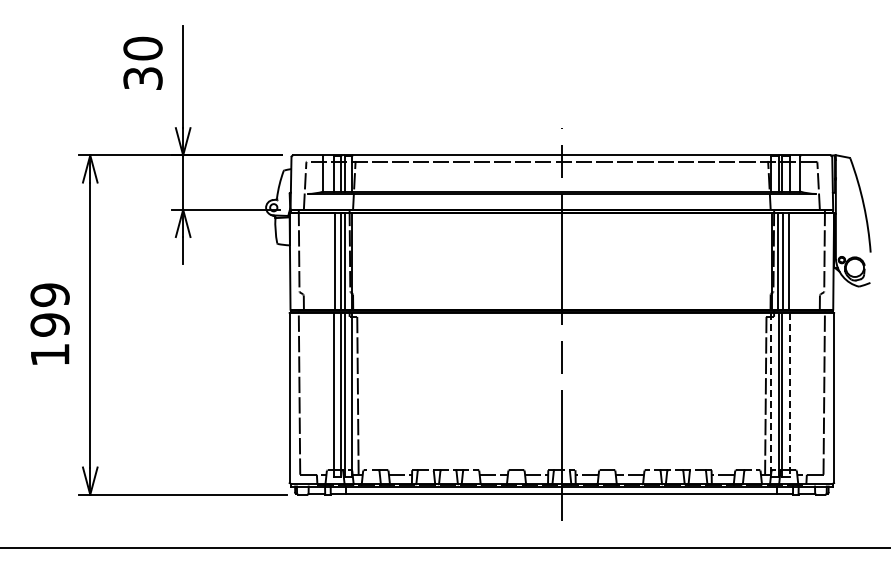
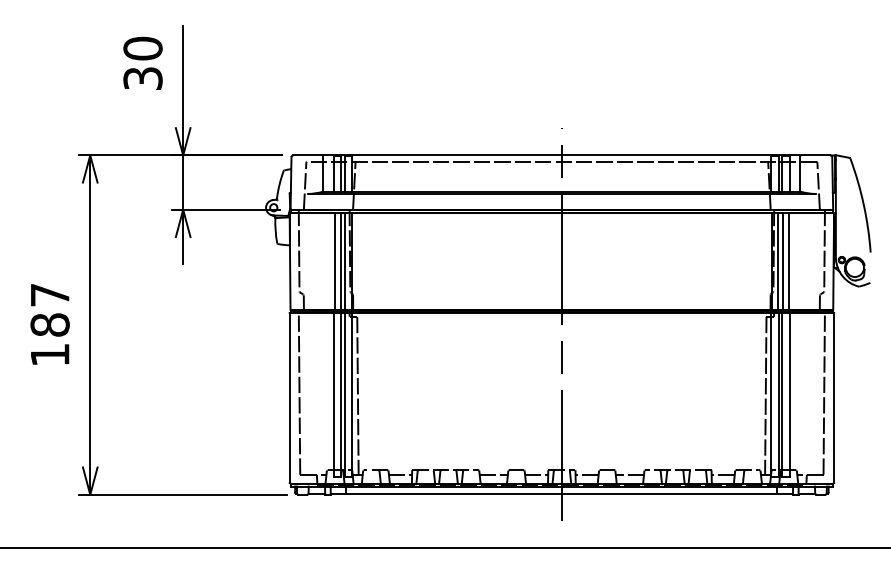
text at (49, 309): 199 -> 187
line at (771, 395): dashed -> solid
line at (789, 395): dashed -> solid
